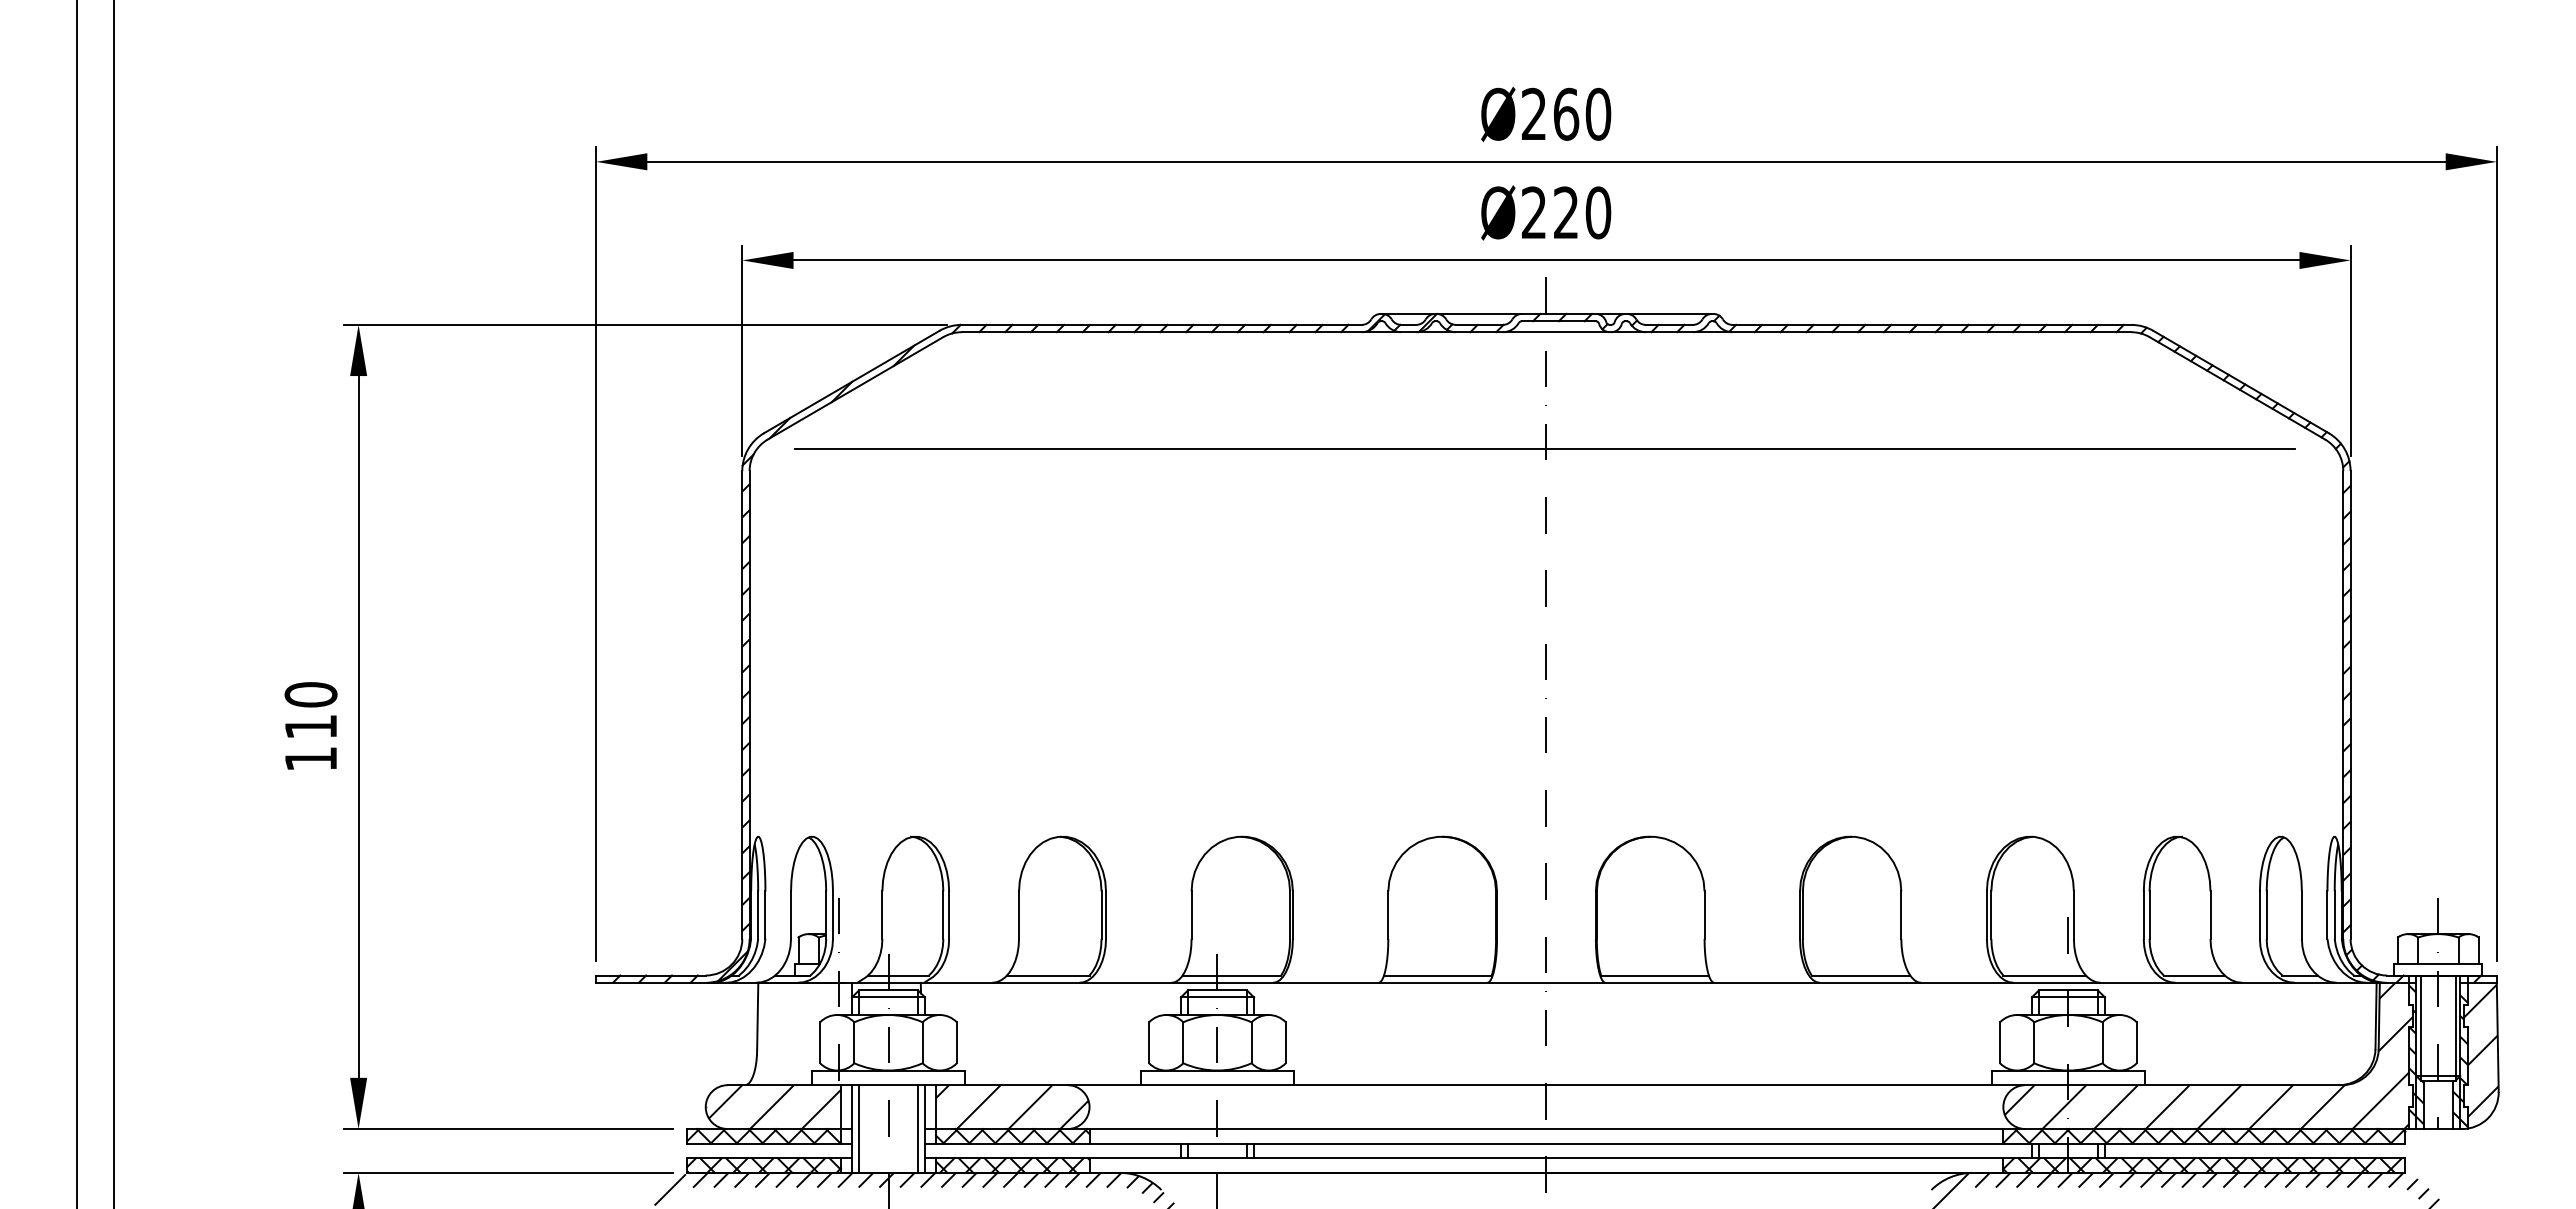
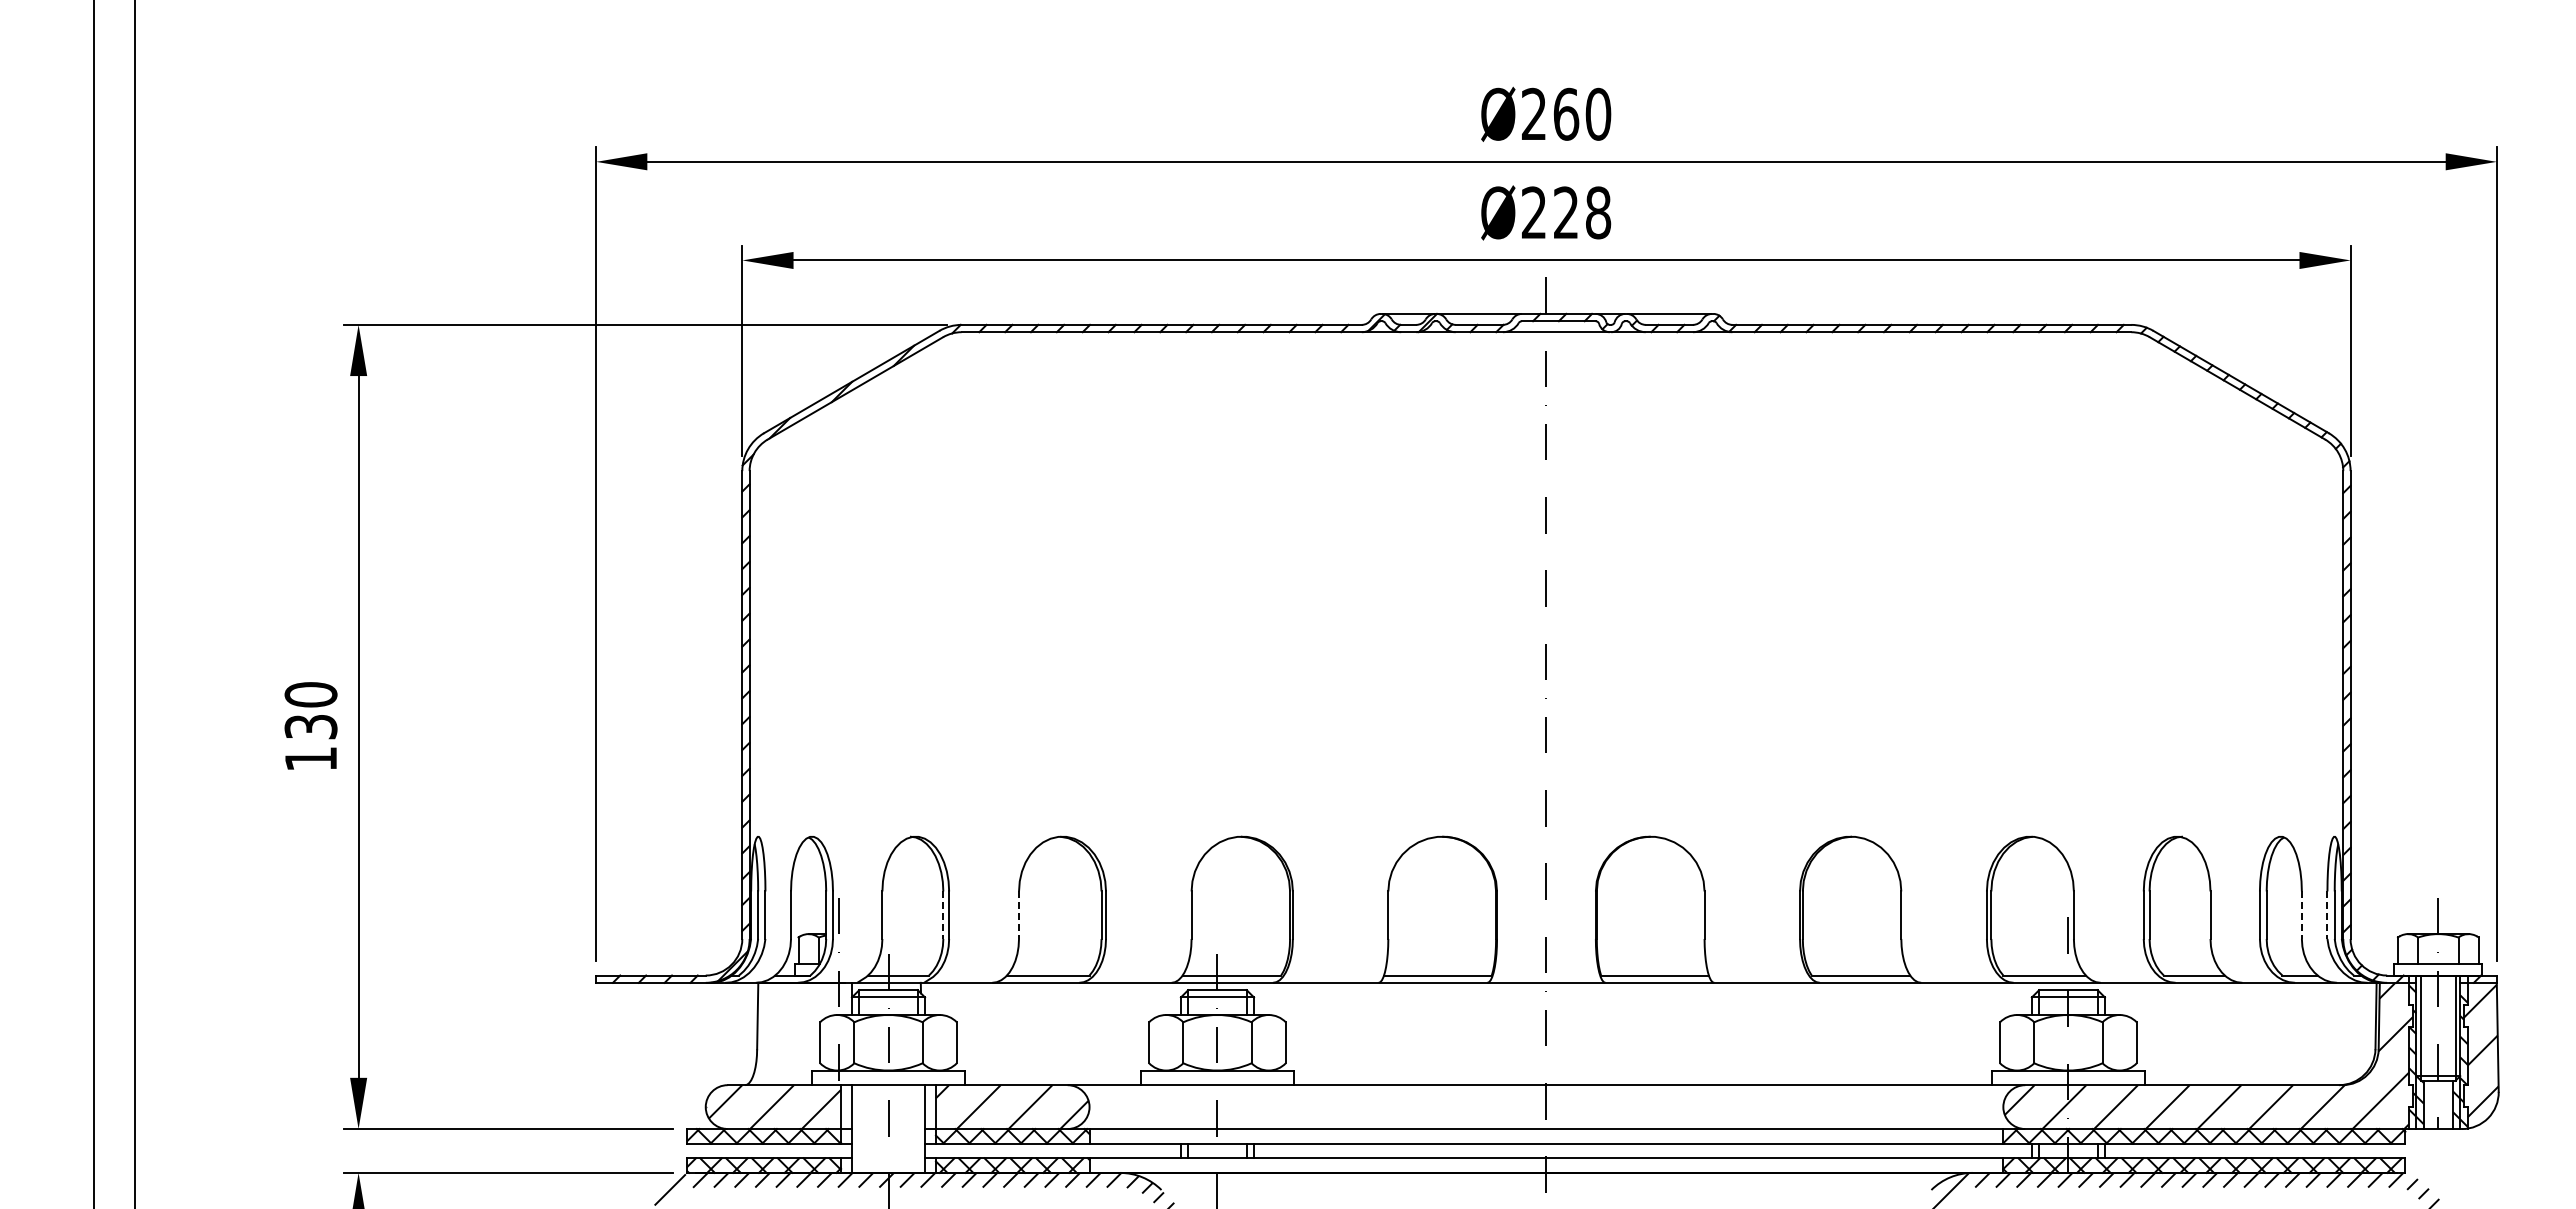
text at (1598, 212): Ø220 -> Ø228
line at (1544, 449): present -> none
line at (77, 603) position: (77, 603) -> (94, 603)
line at (113, 603) position: (113, 603) -> (134, 603)
text at (310, 727): 110 -> 130
line at (943, 915): solid -> dashed
line at (1019, 915): solid -> dashed
line at (2301, 915): solid -> dashed
line at (2327, 915): solid -> dashed
line at (859, 1128): present -> none
line at (917, 1128): present -> none
